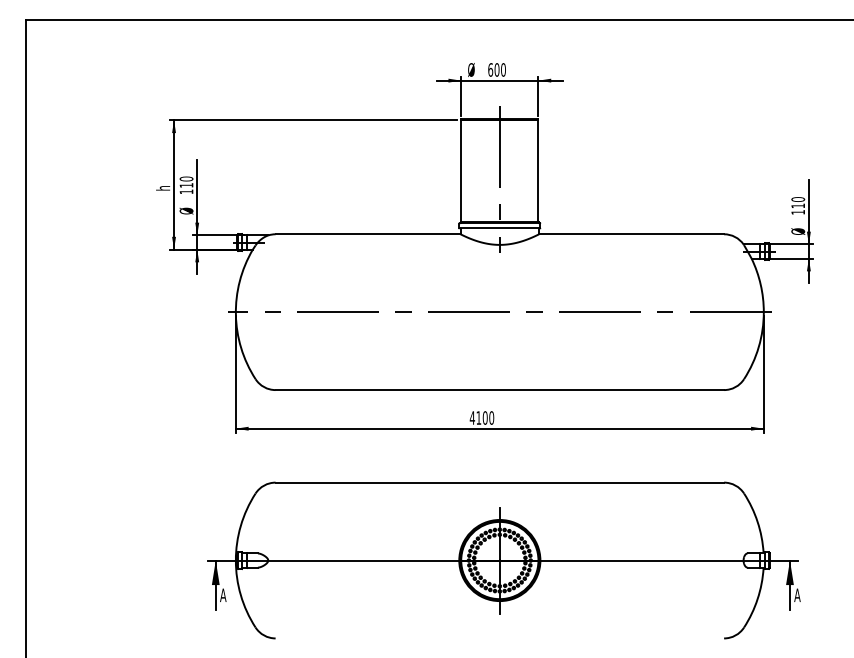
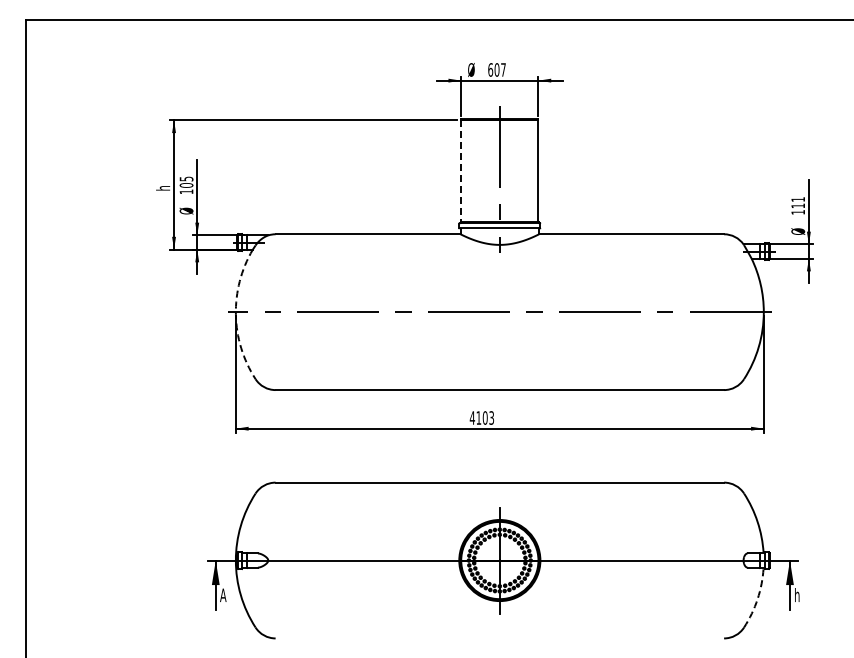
text at (503, 69): 600 -> 607
line at (461, 171): solid -> dashed
text at (186, 181): 110 -> 105
text at (798, 199): 110 -> 111
arc at (235, 314): solid -> dashed
text at (491, 417): 4100 -> 4103
text at (797, 594): A -> h
arc at (757, 599): solid -> dashed
